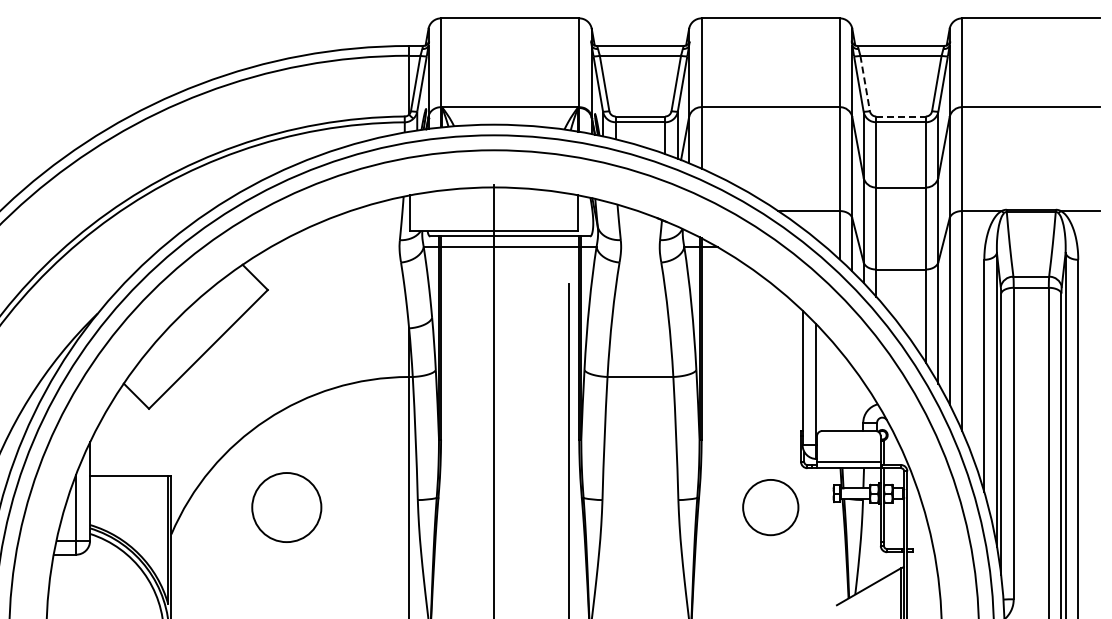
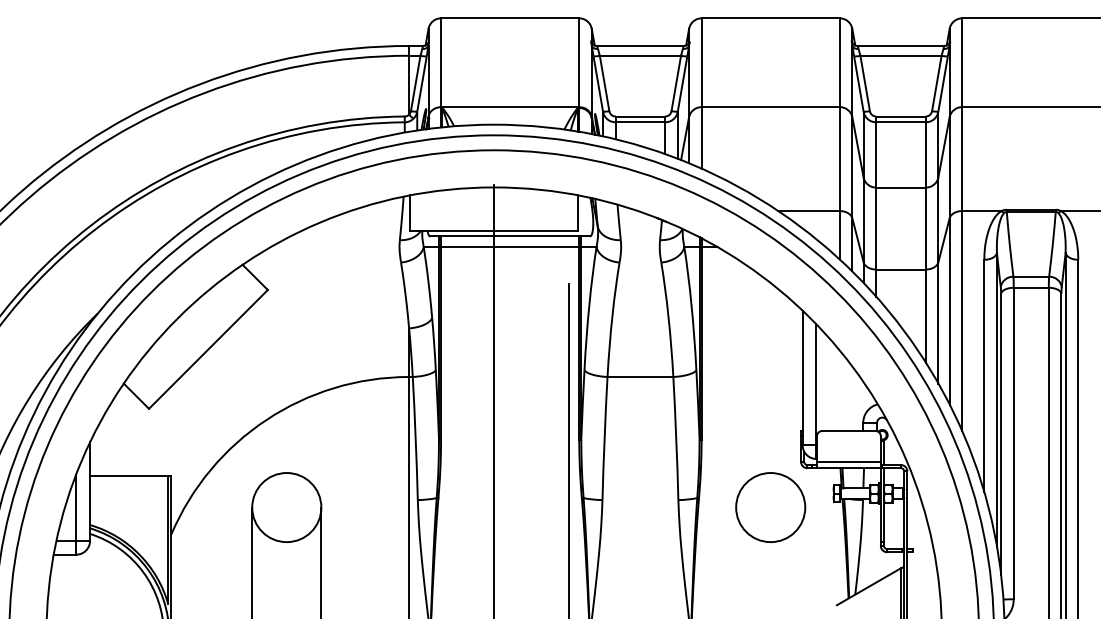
line at (865, 83): dashed -> solid
line at (901, 116): dashed -> solid
circle at (770, 507) size: 58x58 px -> 72x71 px
line at (252, 561): none -> present
line at (321, 561): none -> present
